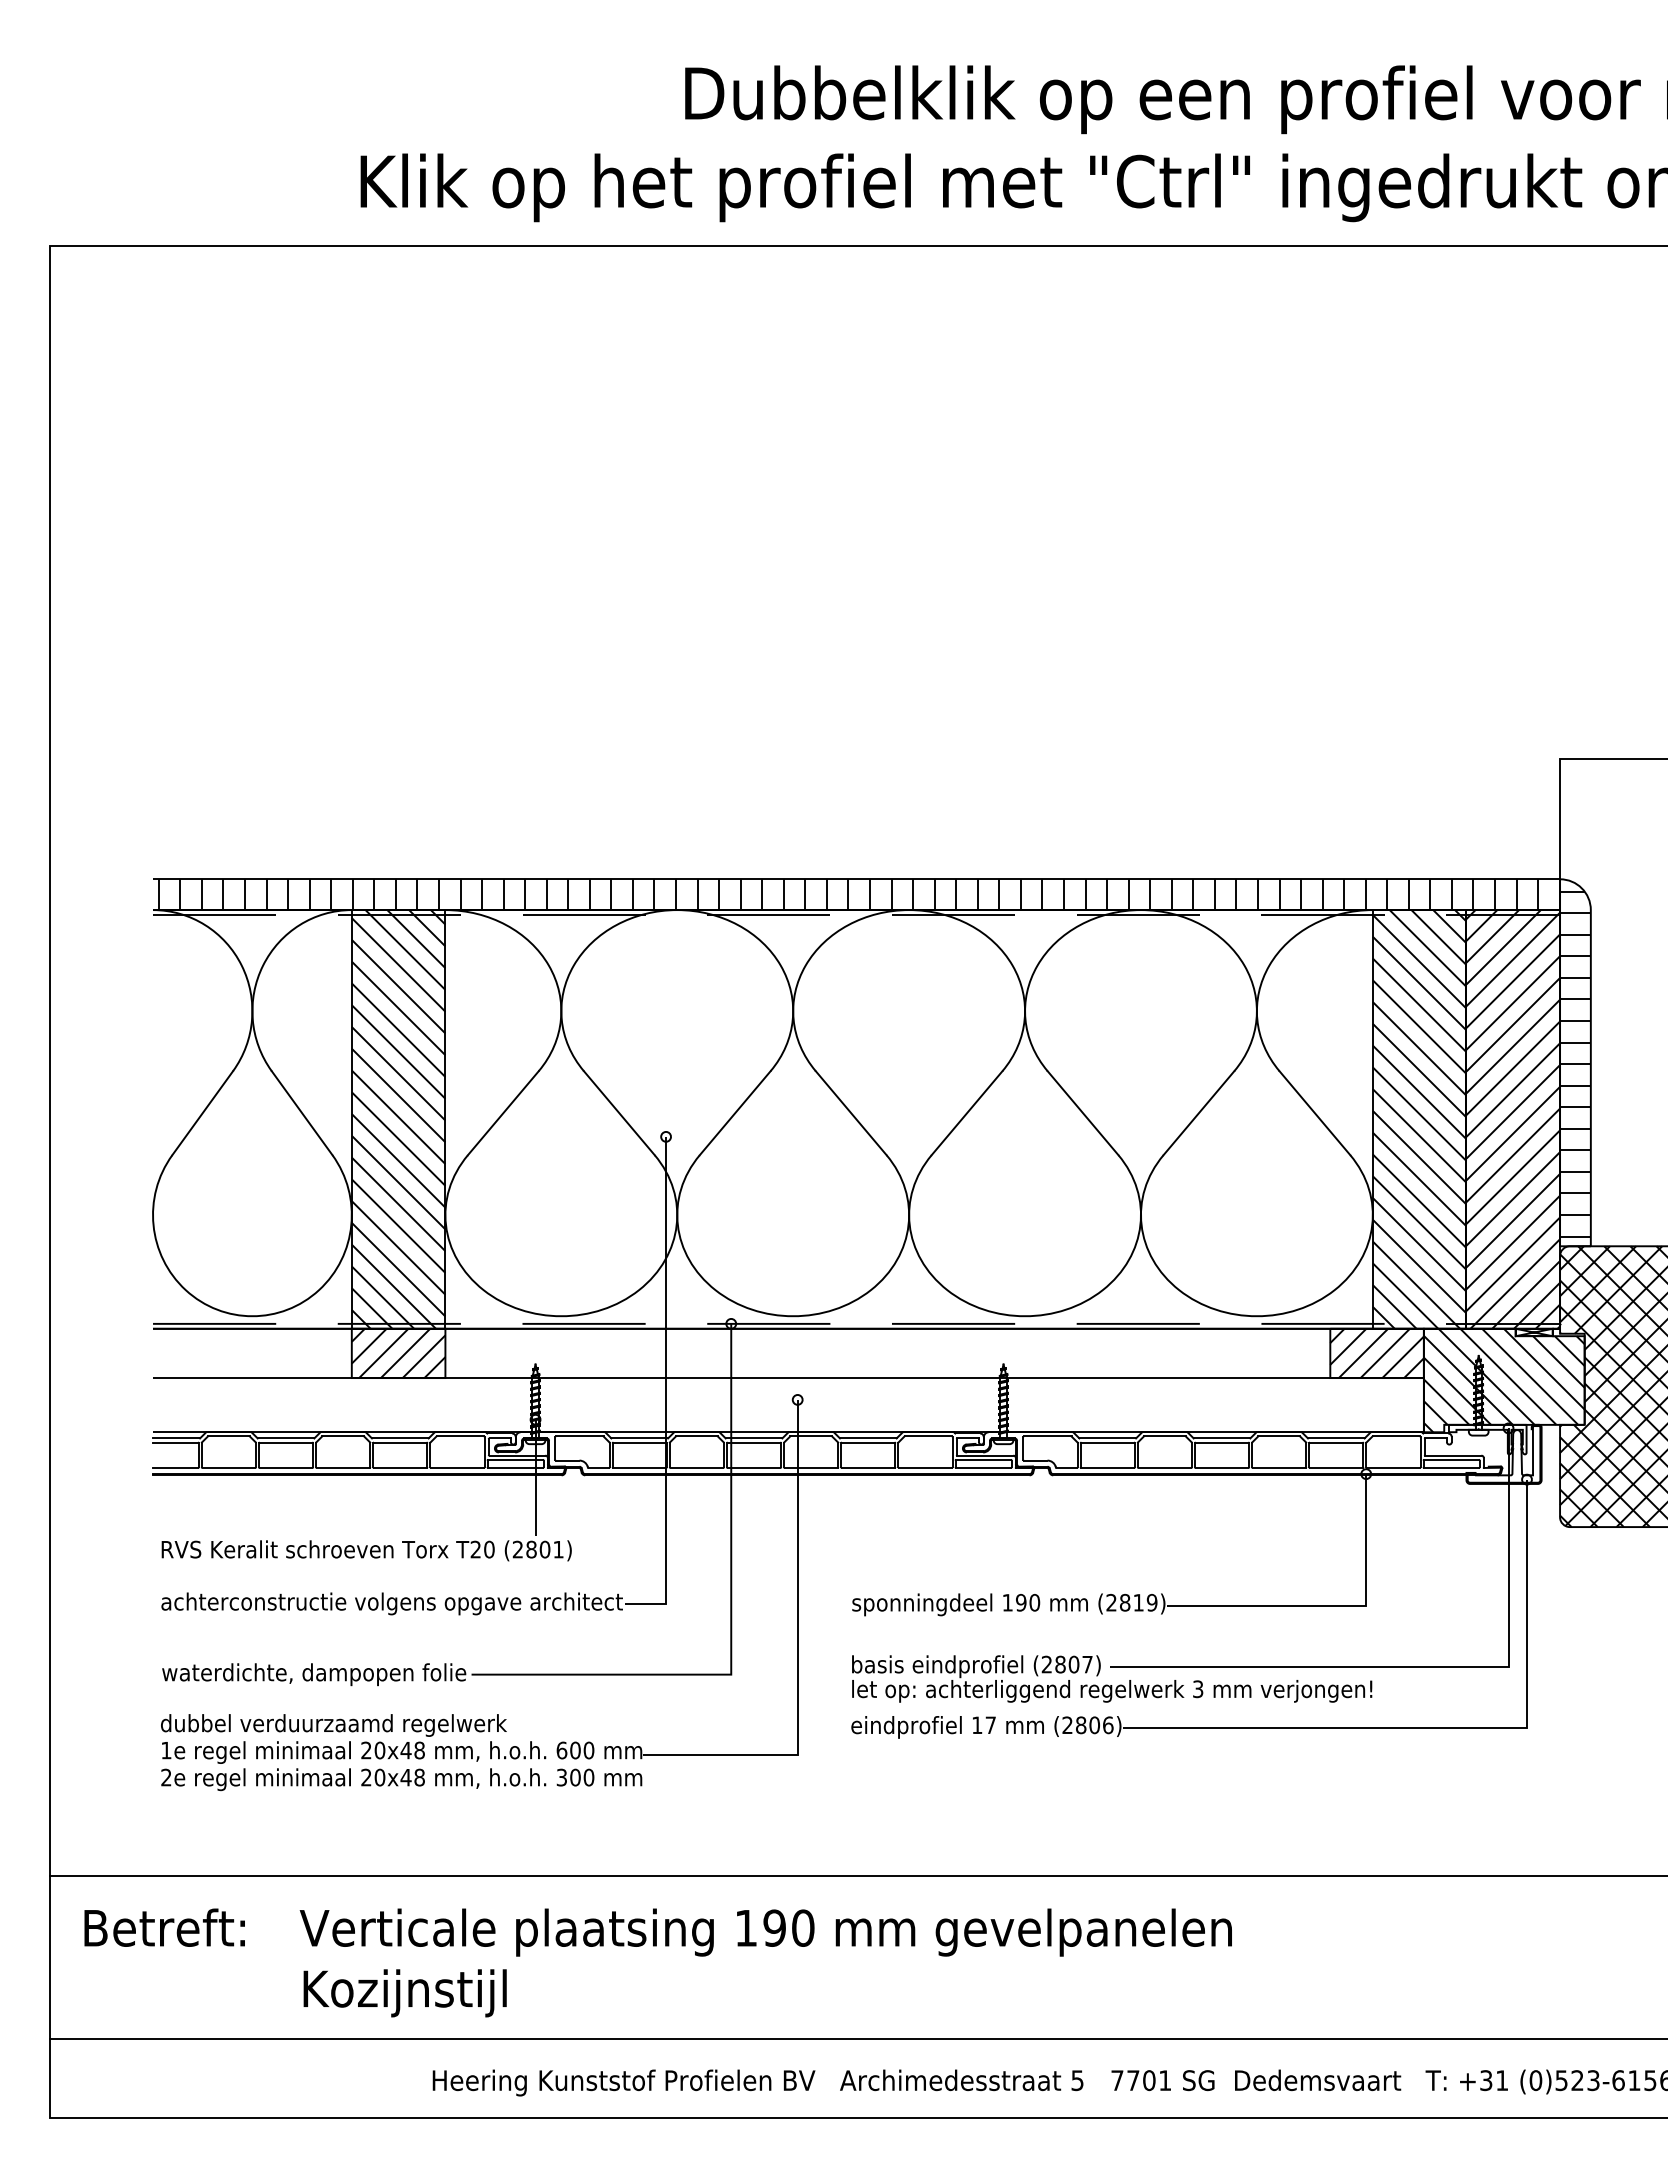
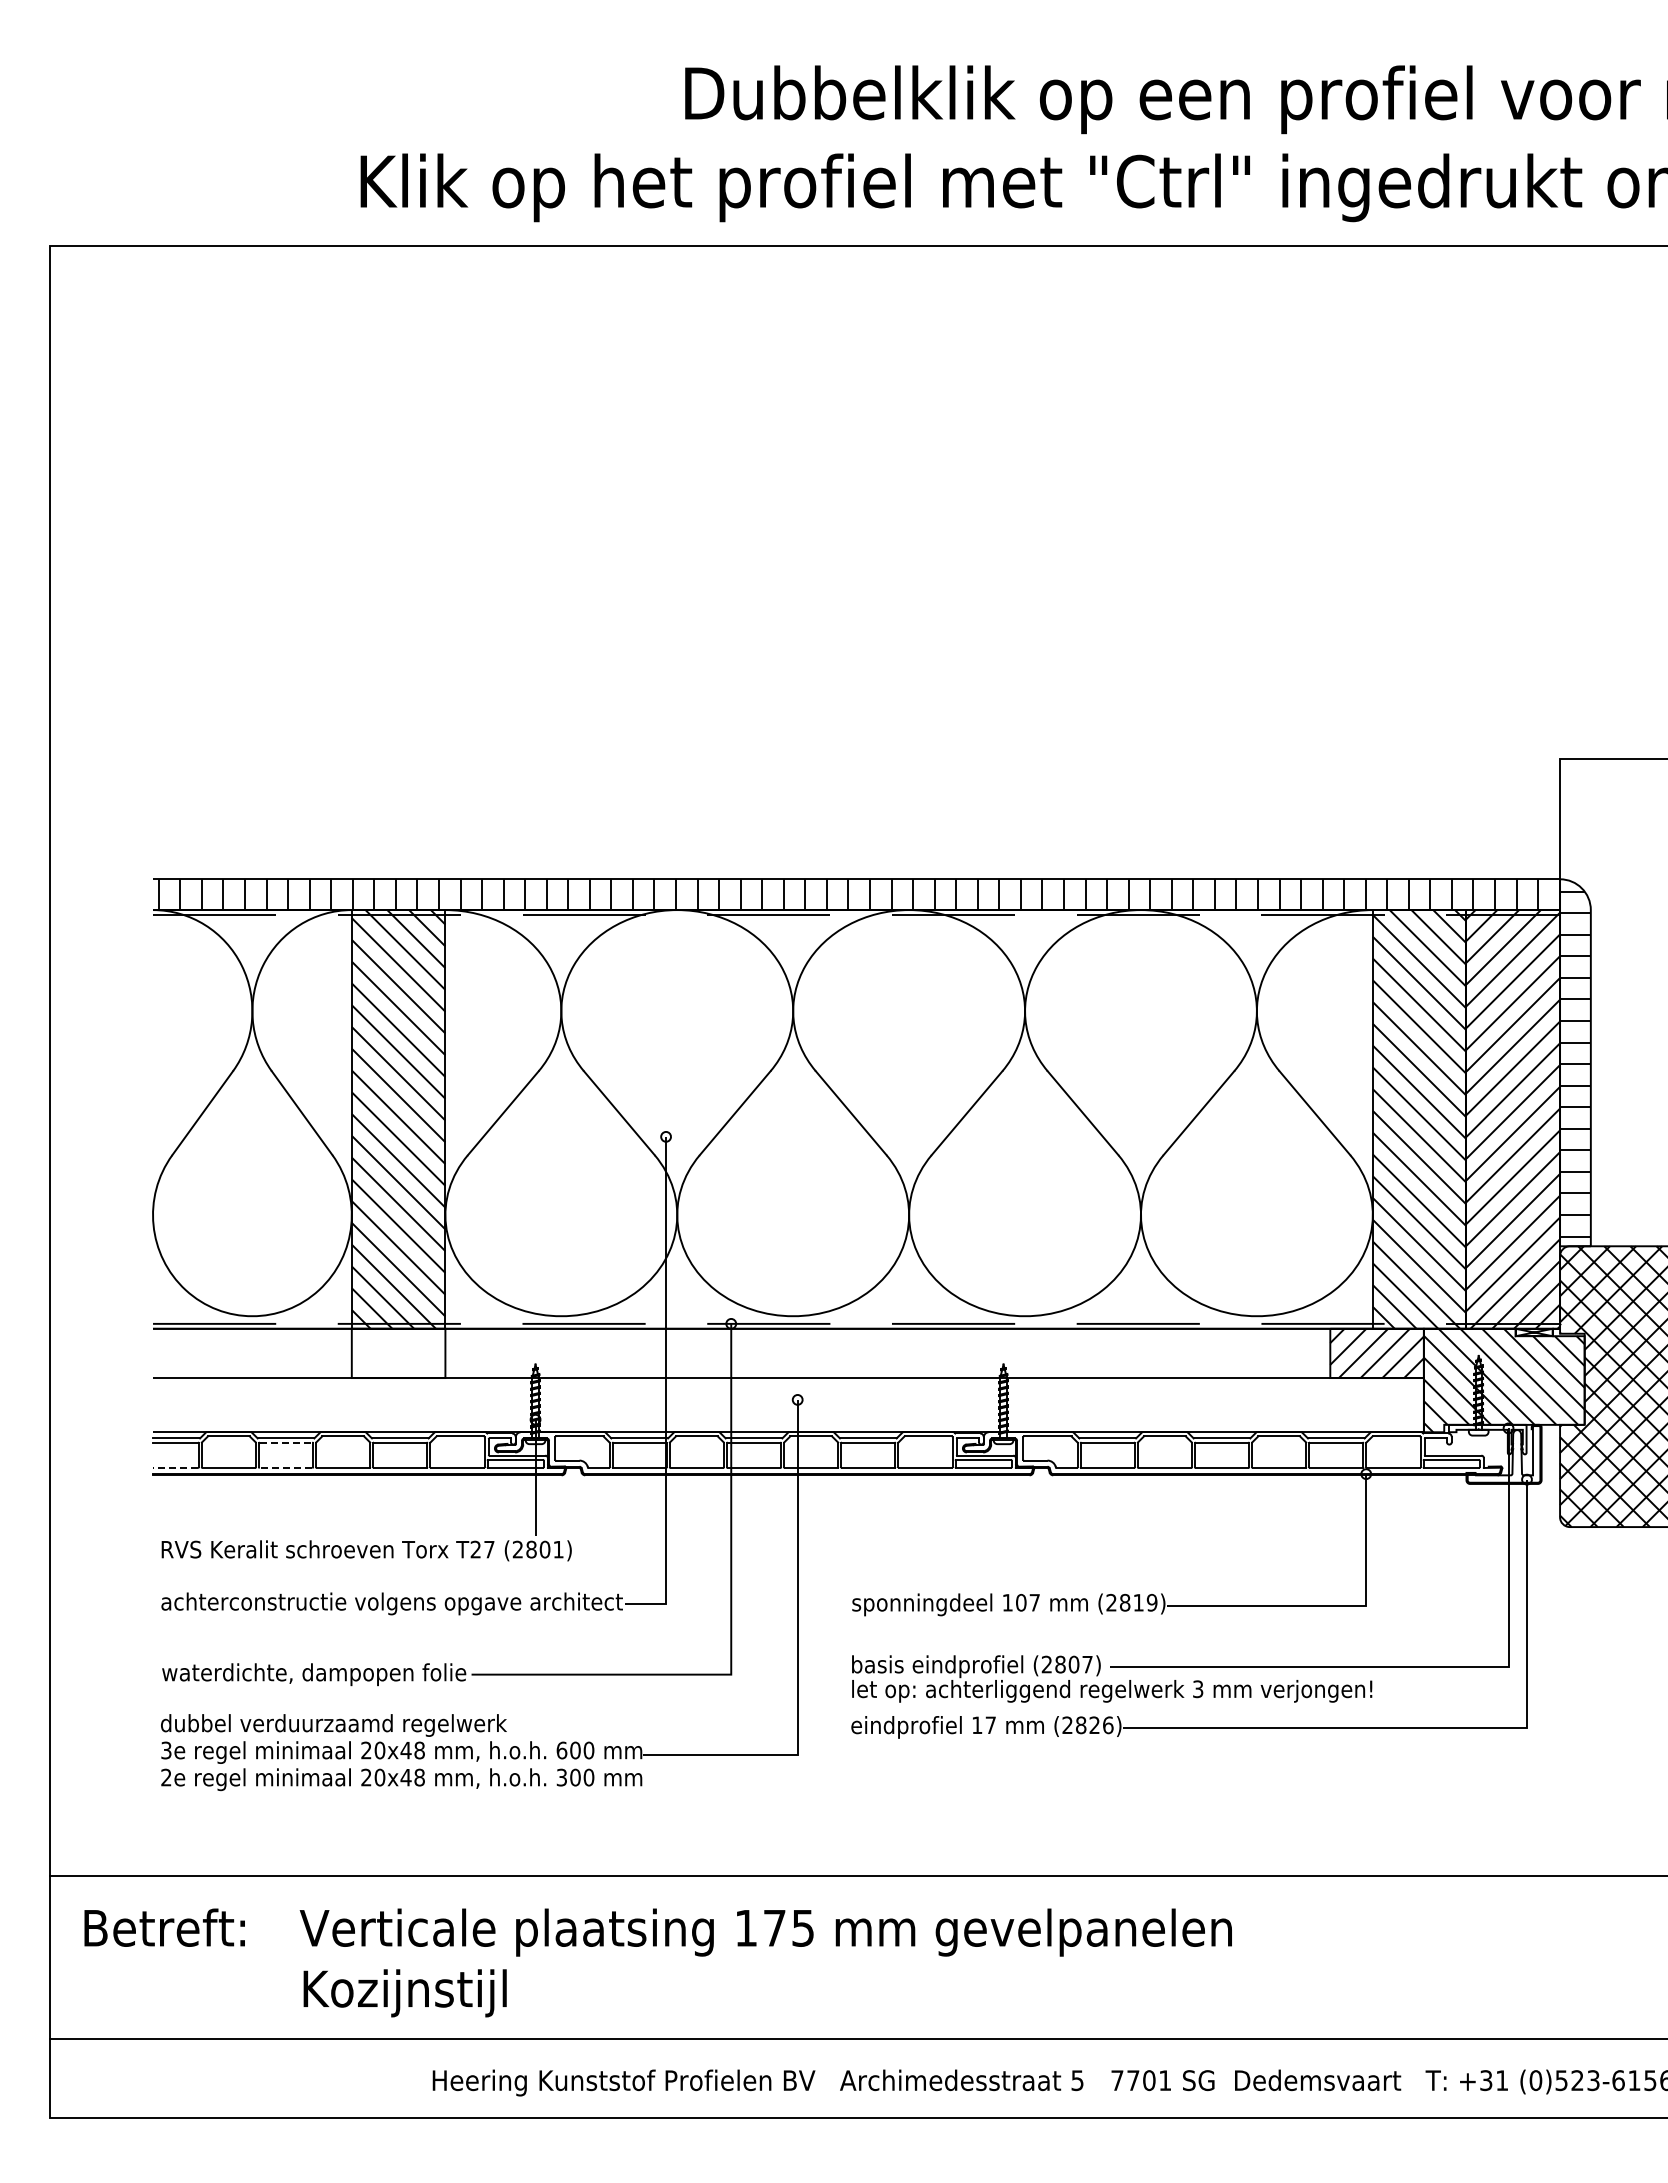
hatch at (398, 1353): present -> none
line at (286, 1442): solid -> dashed
line at (175, 1467): solid -> dashed
line at (285, 1467): solid -> dashed
text at (489, 1549): T20 -> T27
text at (1028, 1602): 190 -> 107
text at (1094, 1725): (2806) -> (2826)
text at (166, 1750): 1e -> 3e
text at (788, 1927): 190 -> 175
